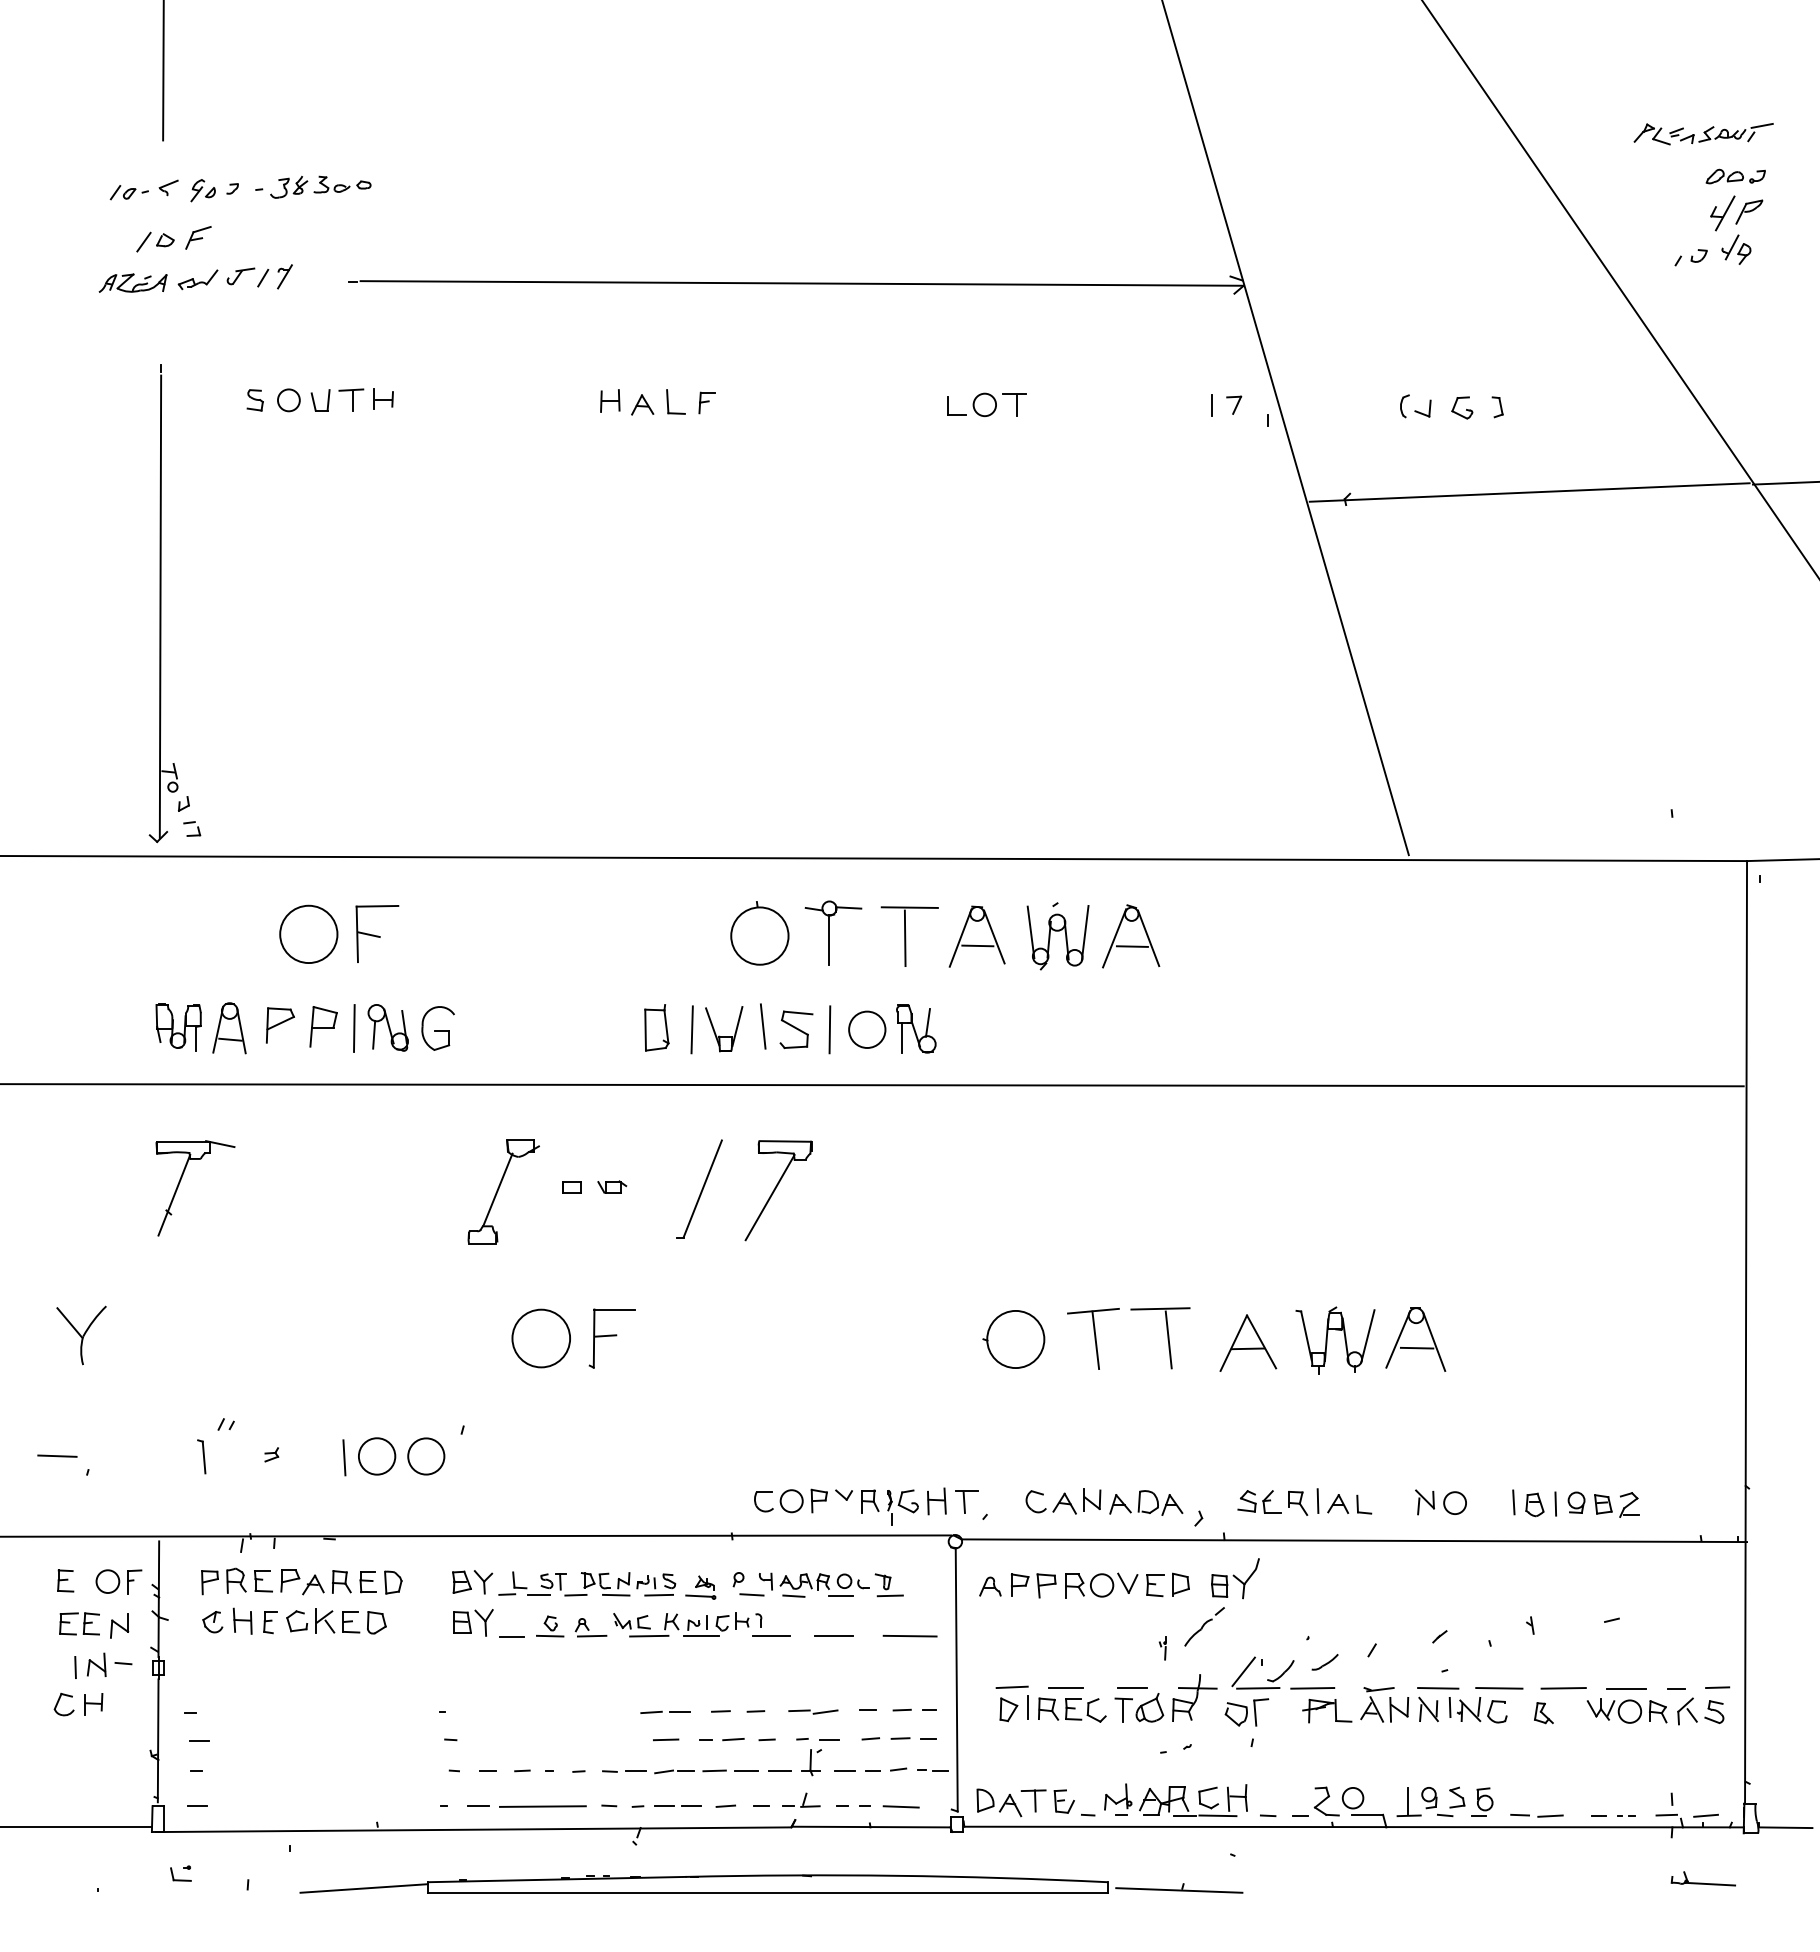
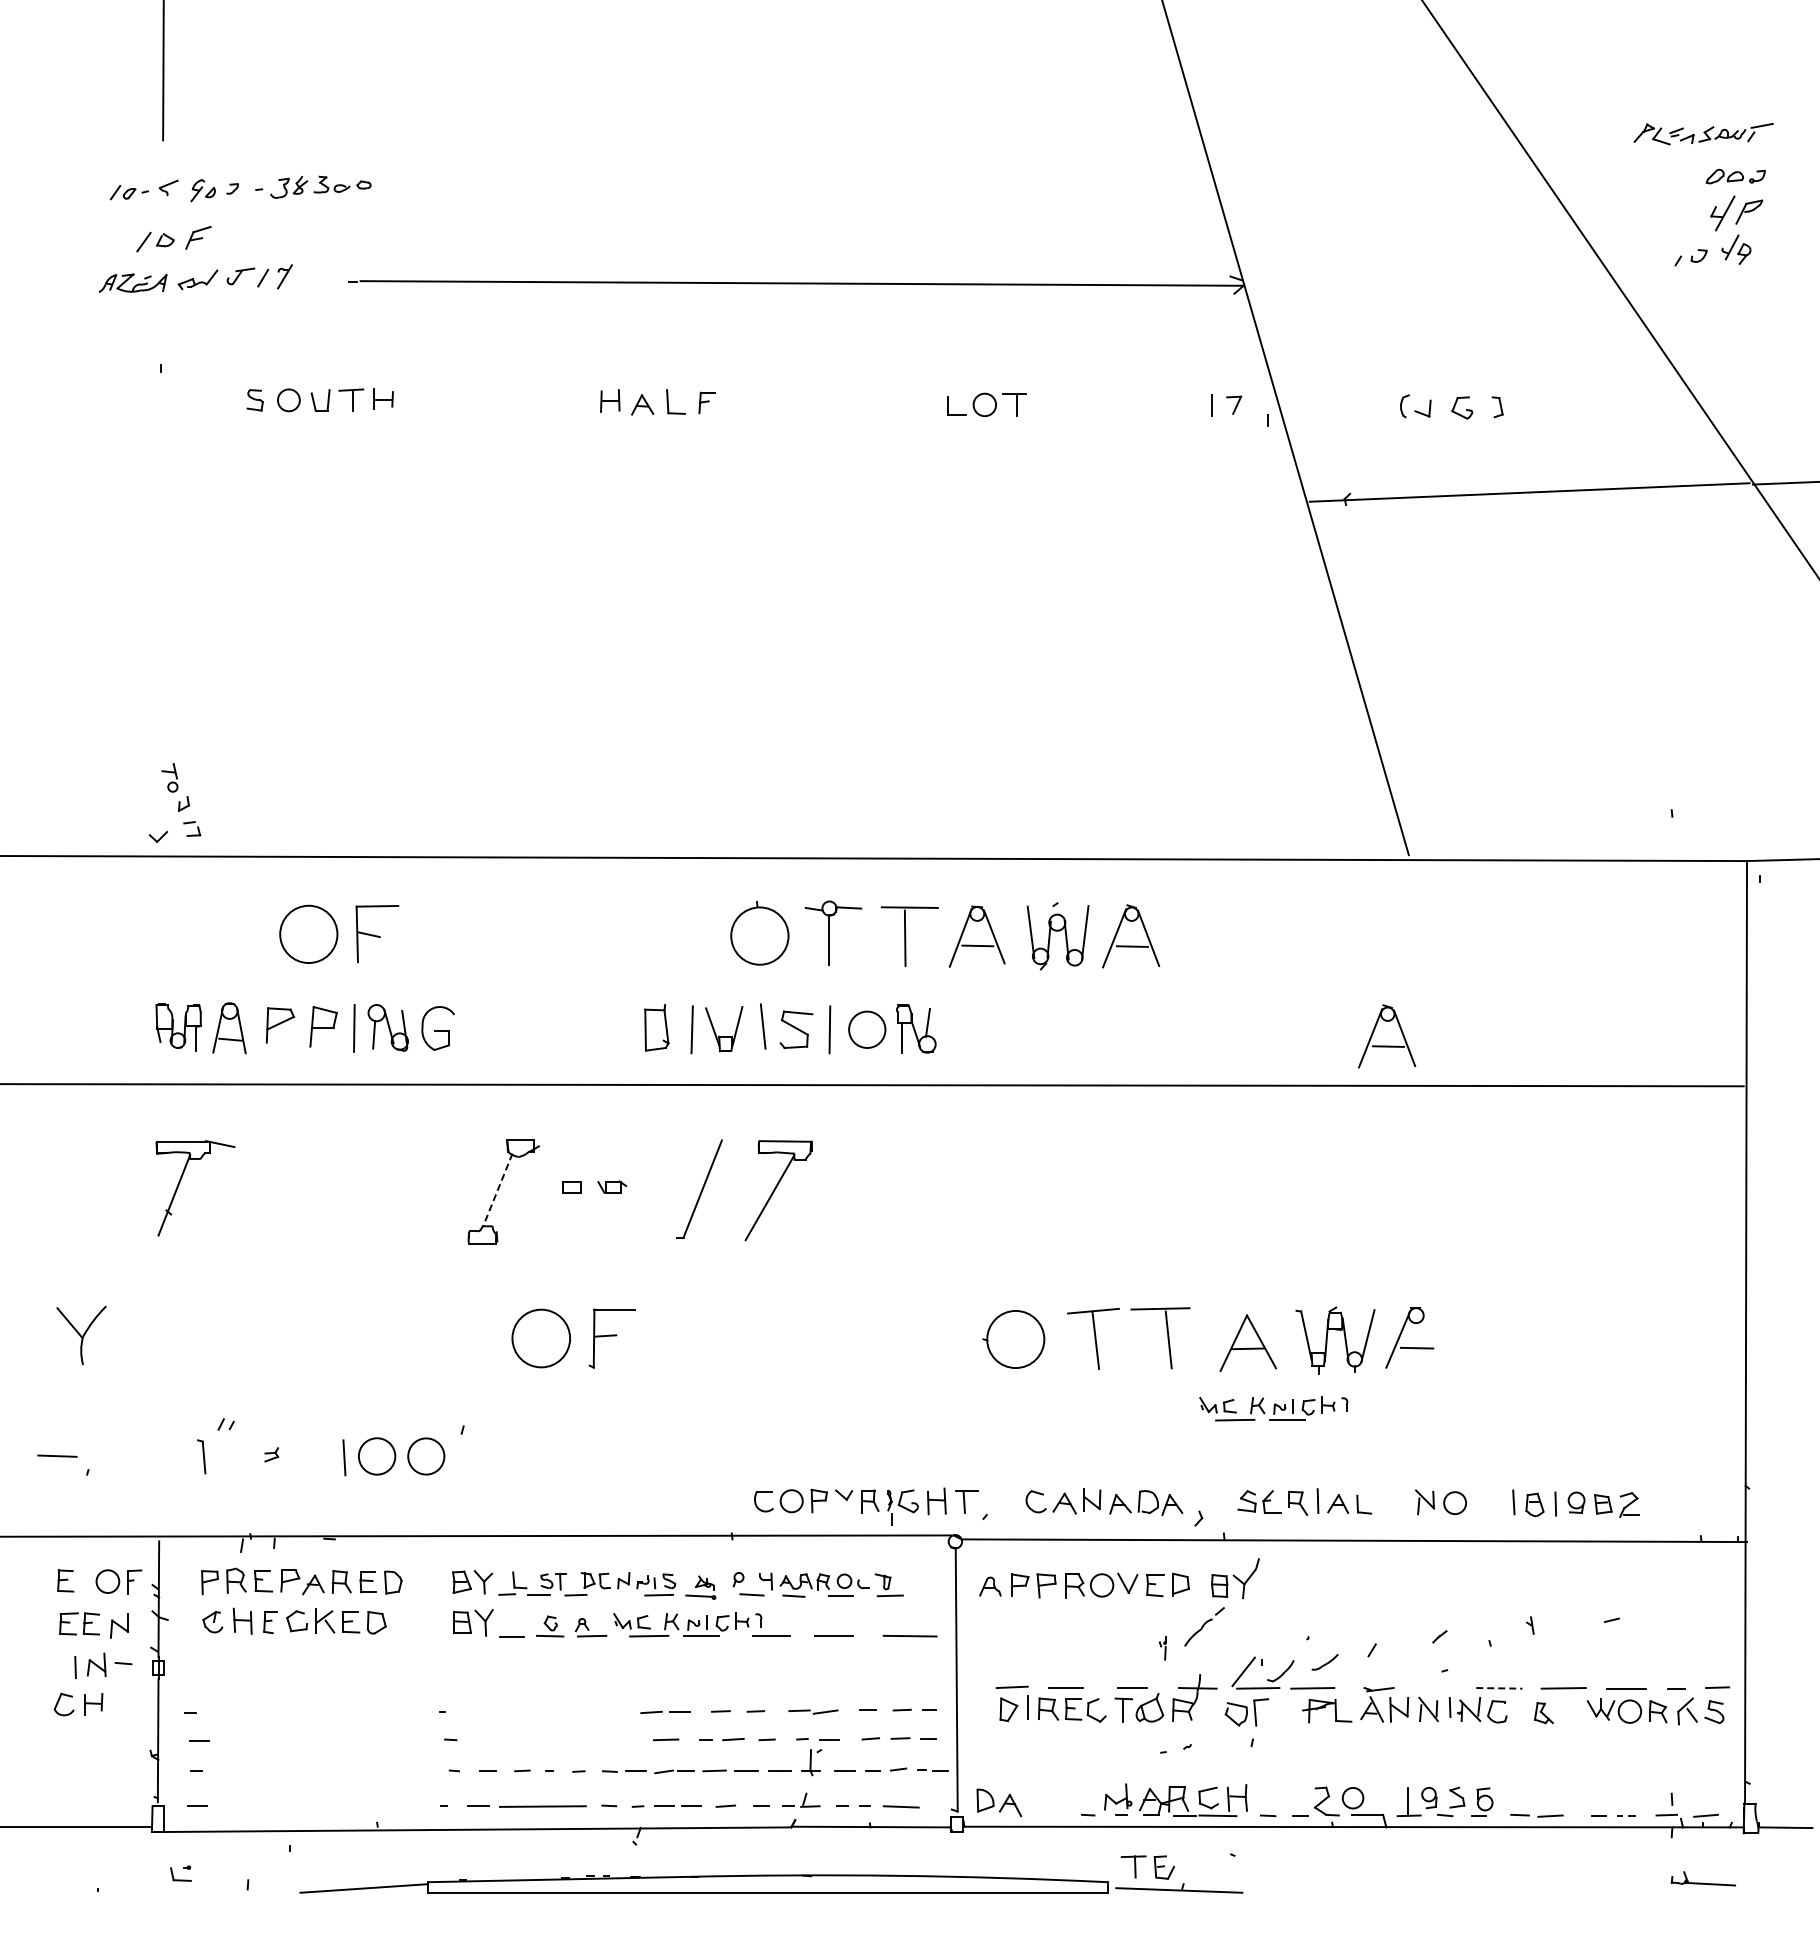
line at (160, 606): present -> none
part at (1387, 1045): none -> present
line at (498, 1189): solid -> dashed
line at (1434, 1341): present -> none
part at (1273, 1408): none -> present
line at (616, 1594): present -> none
line at (1438, 1688): present -> none
line at (1499, 1688): solid -> dashed
part at (1054, 1801) position: (1054, 1801) -> (1154, 1867)
